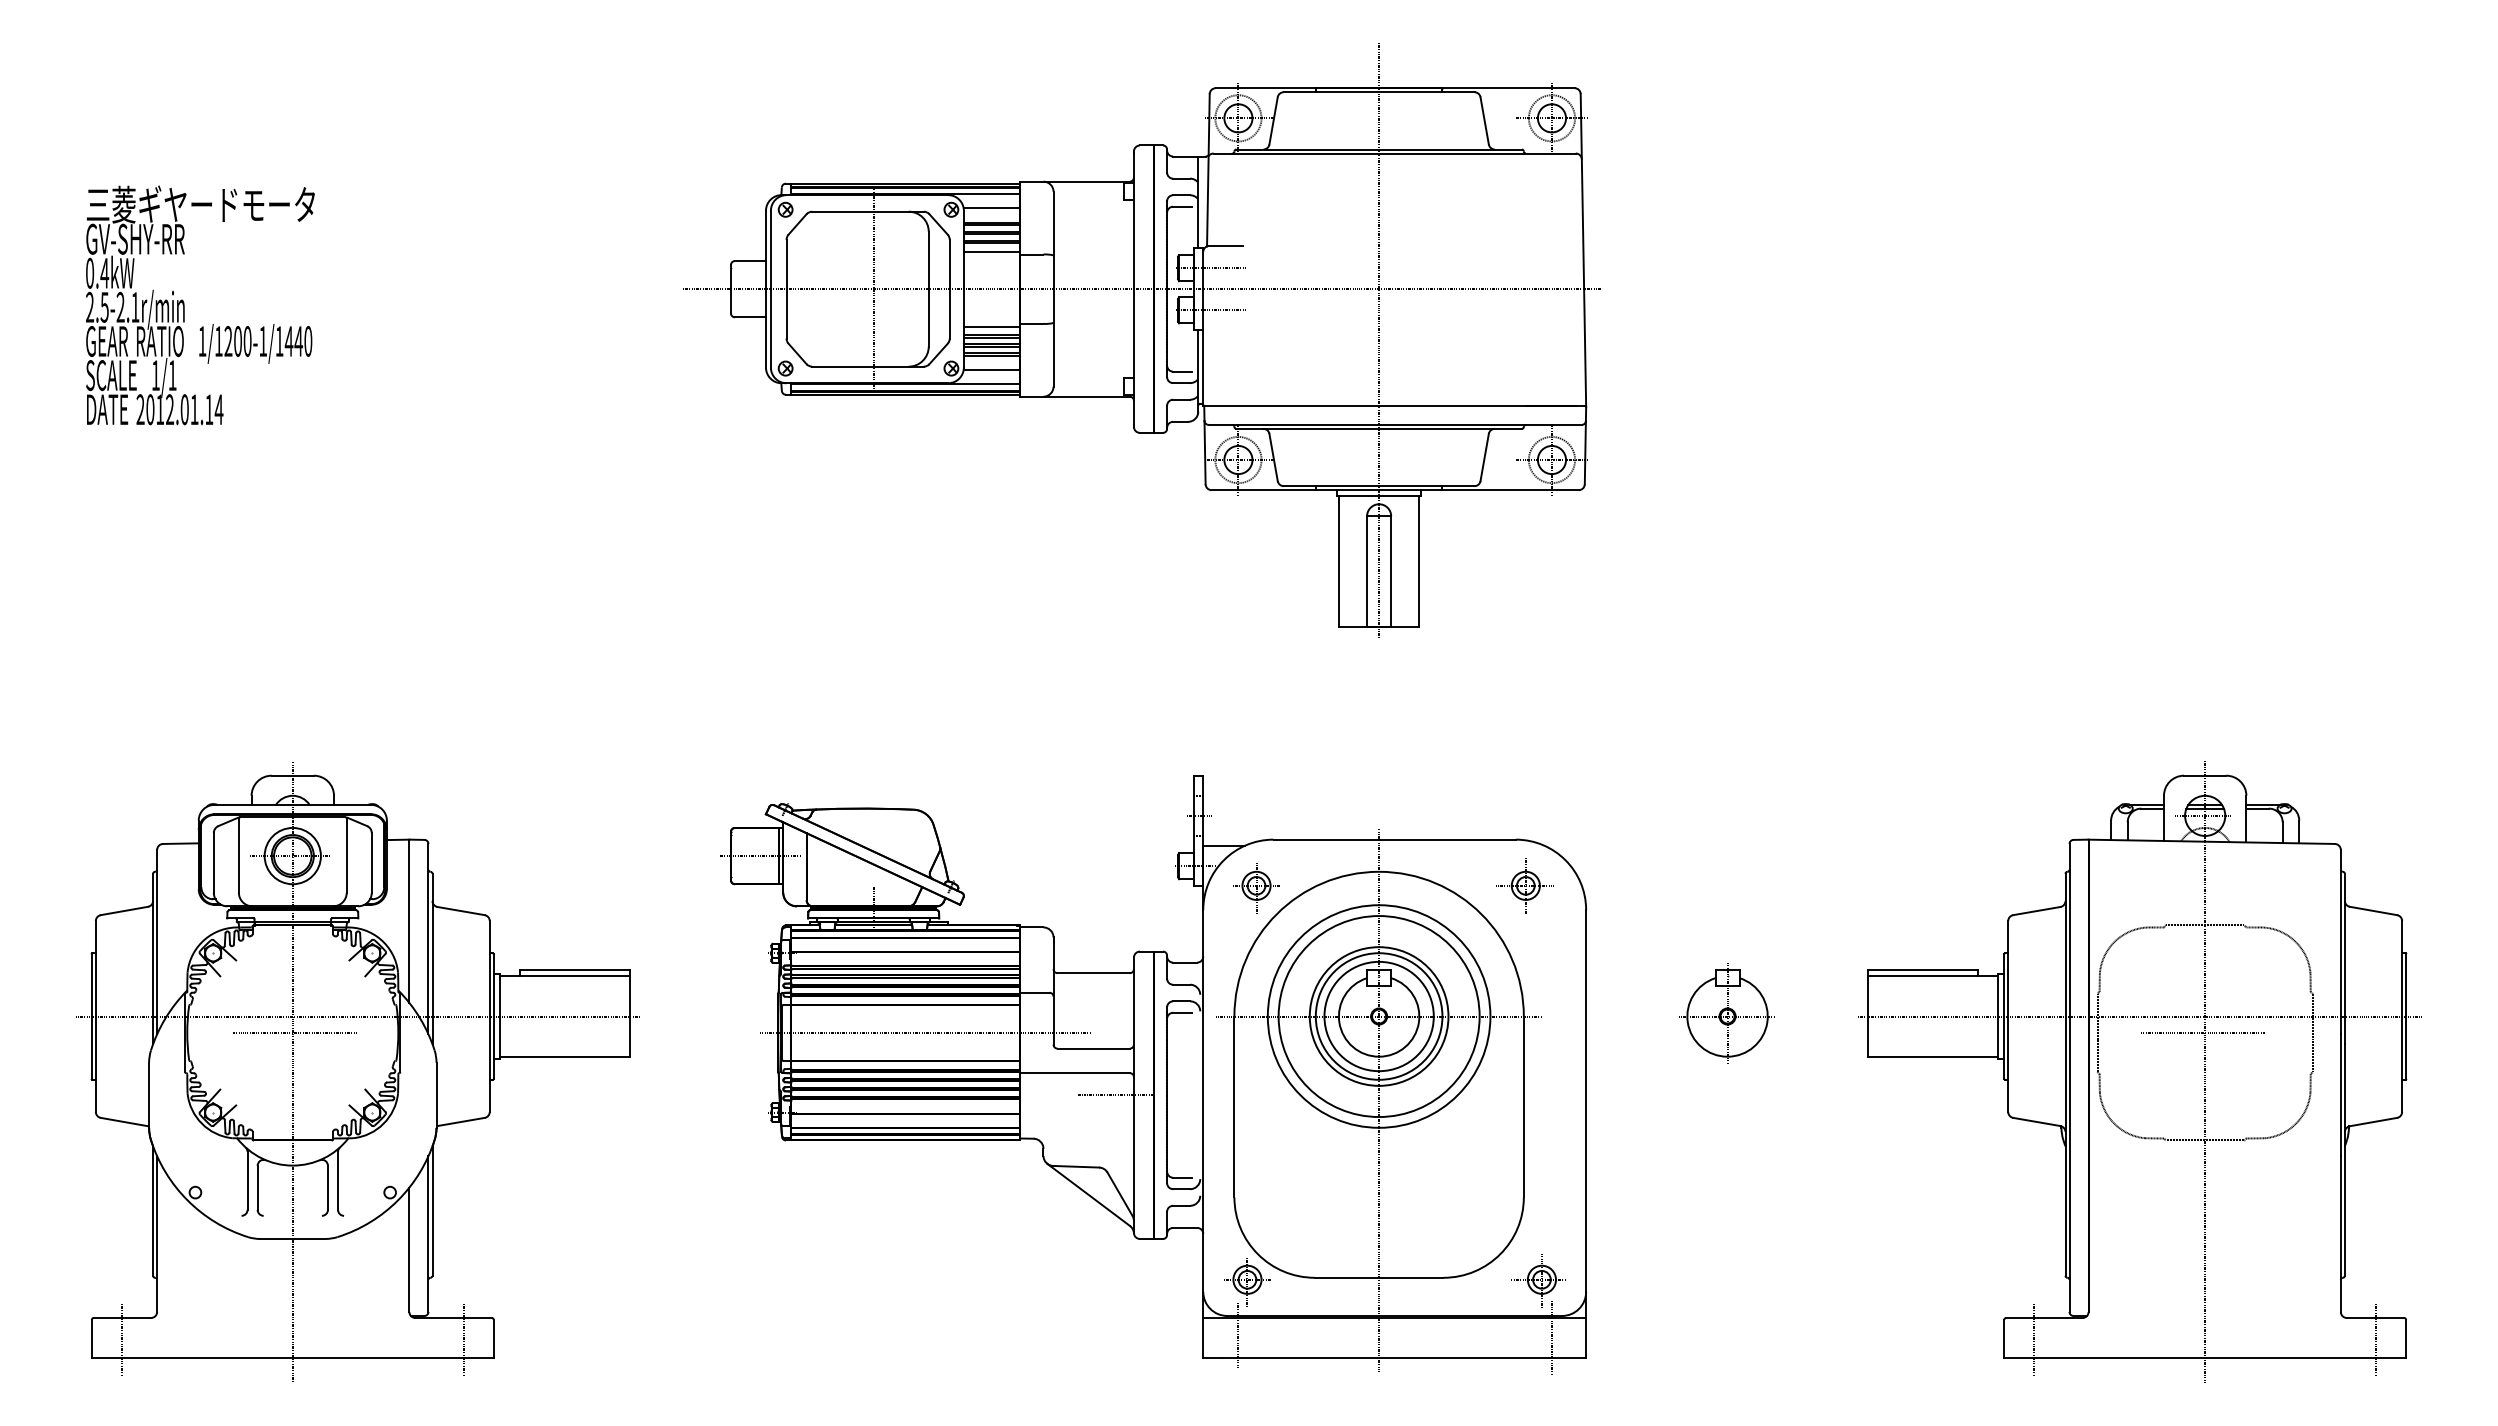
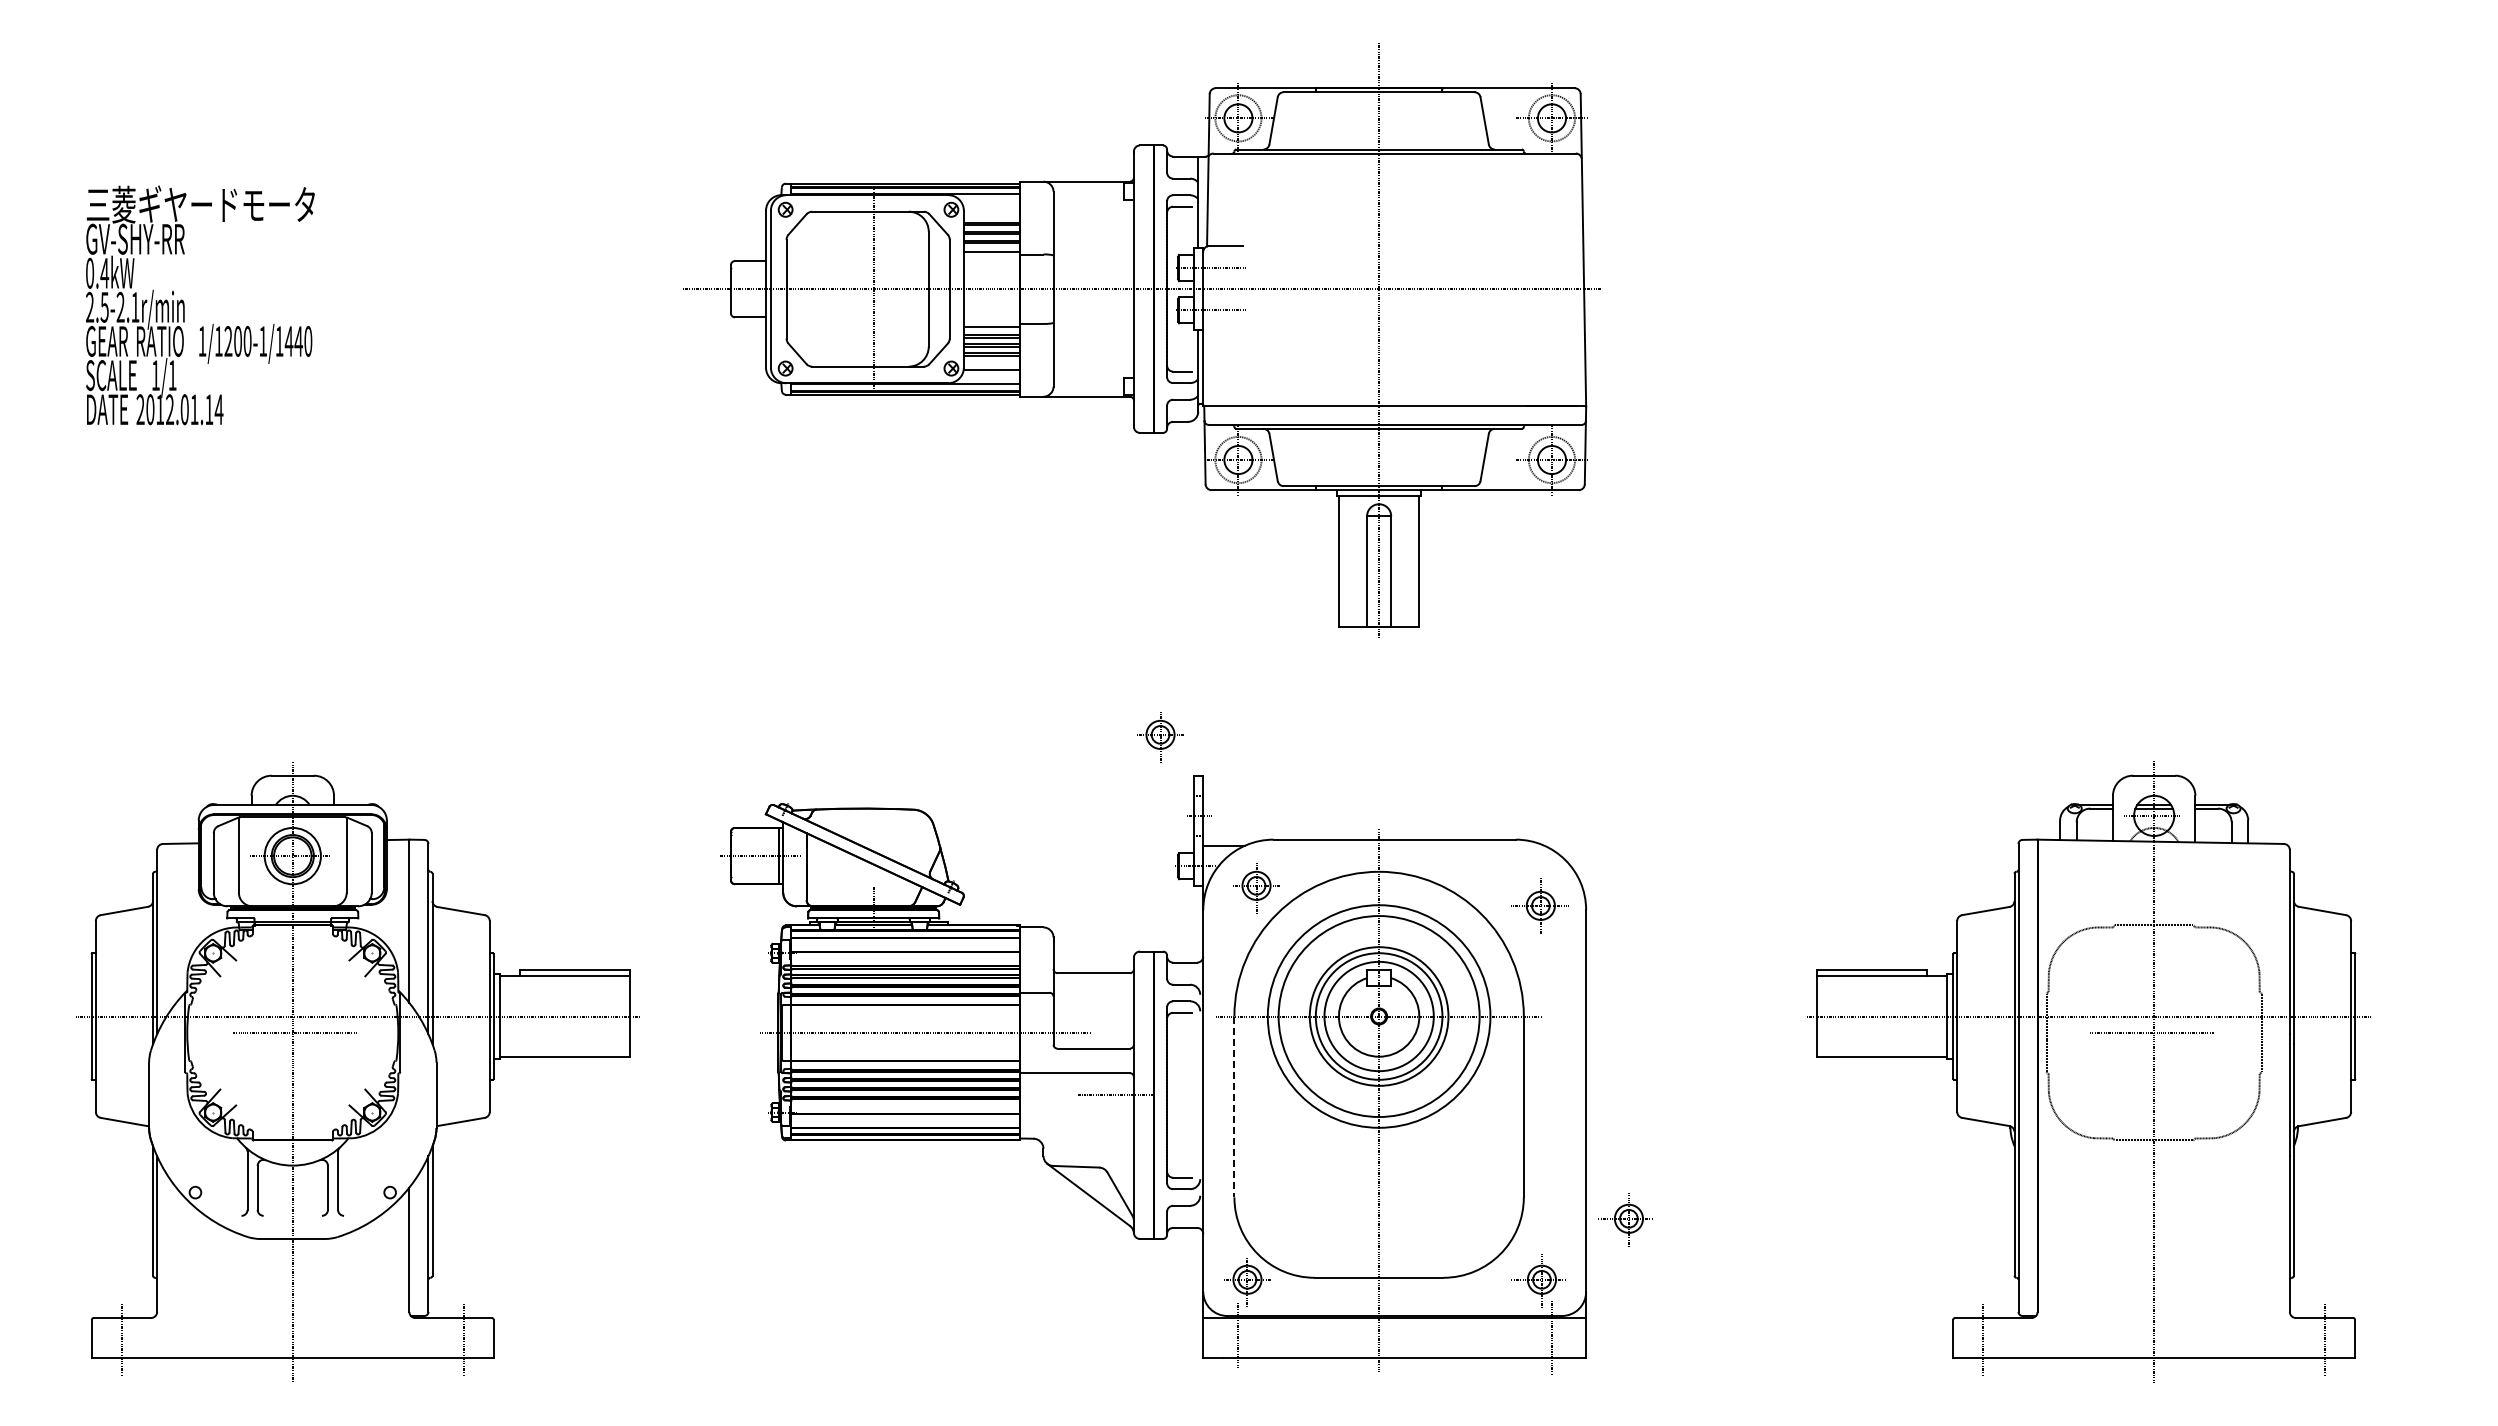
line at (991, 207): present -> none
part at (1160, 737): none -> present
part at (1524, 885) position: (1524, 885) -> (1539, 905)
part at (1726, 1013): present -> none
part at (2139, 1071) position: (2139, 1071) -> (2088, 1071)
line at (1234, 1107): solid -> dashed
part at (1625, 1219): none -> present
